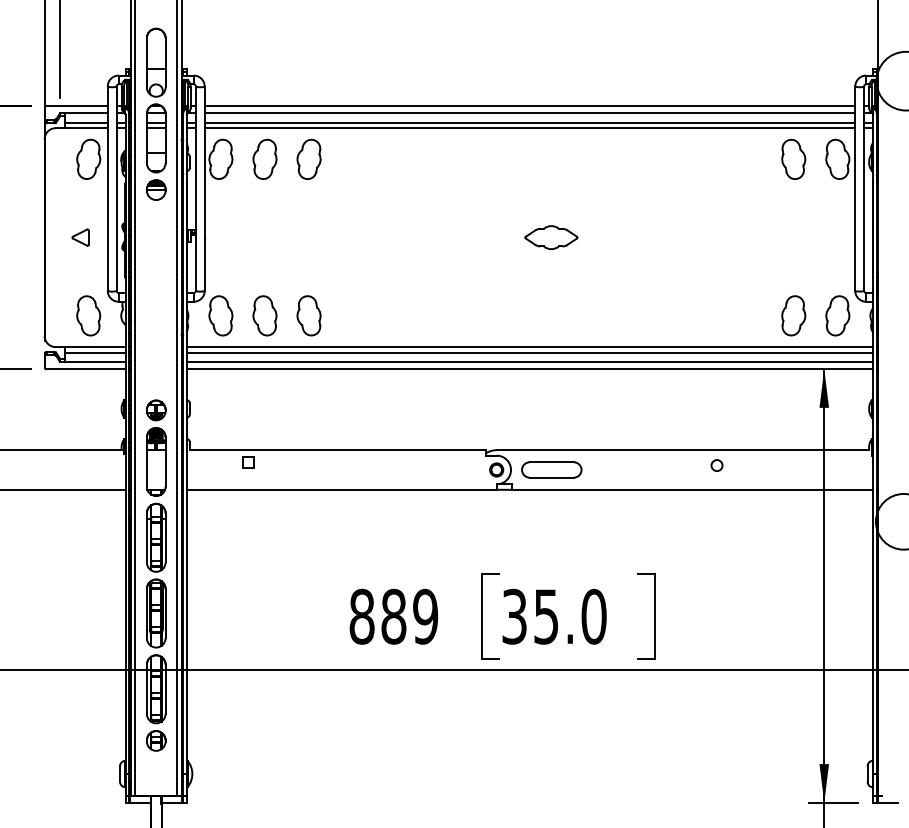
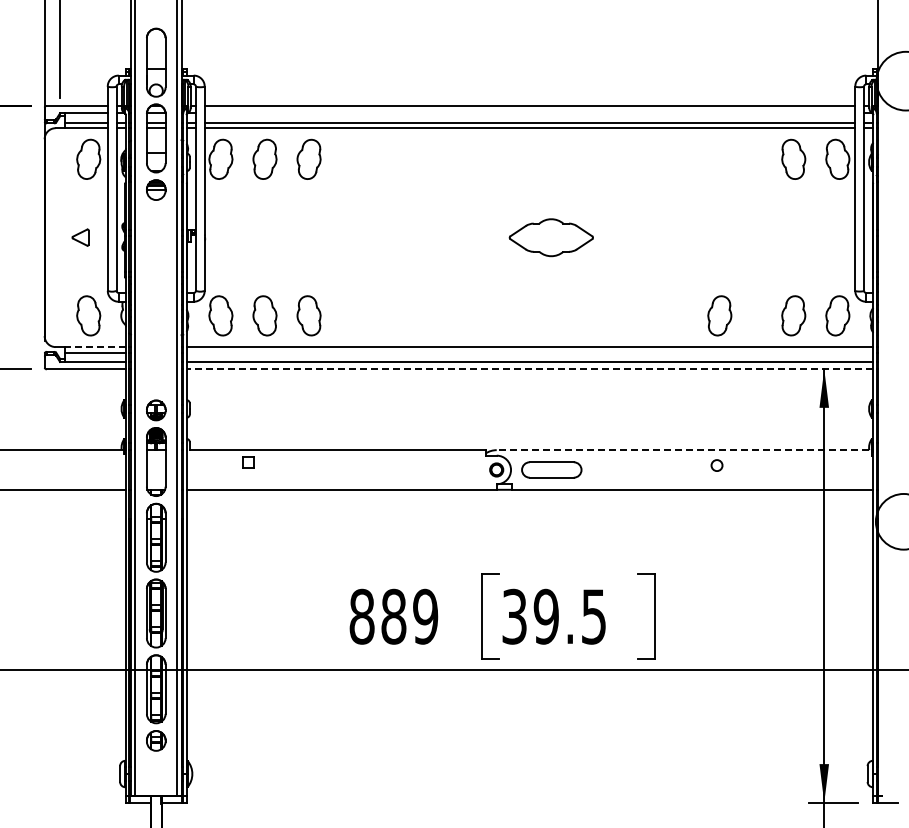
line at (529, 113): present -> none
part at (551, 237) size: 55x25 px -> 86x40 px
part at (719, 315): none -> present
line at (95, 347): solid -> dashed
line at (529, 352): present -> none
line at (529, 369): solid -> dashed
line at (682, 450): solid -> dashed
text at (569, 616): 35.0 -> 39.5
